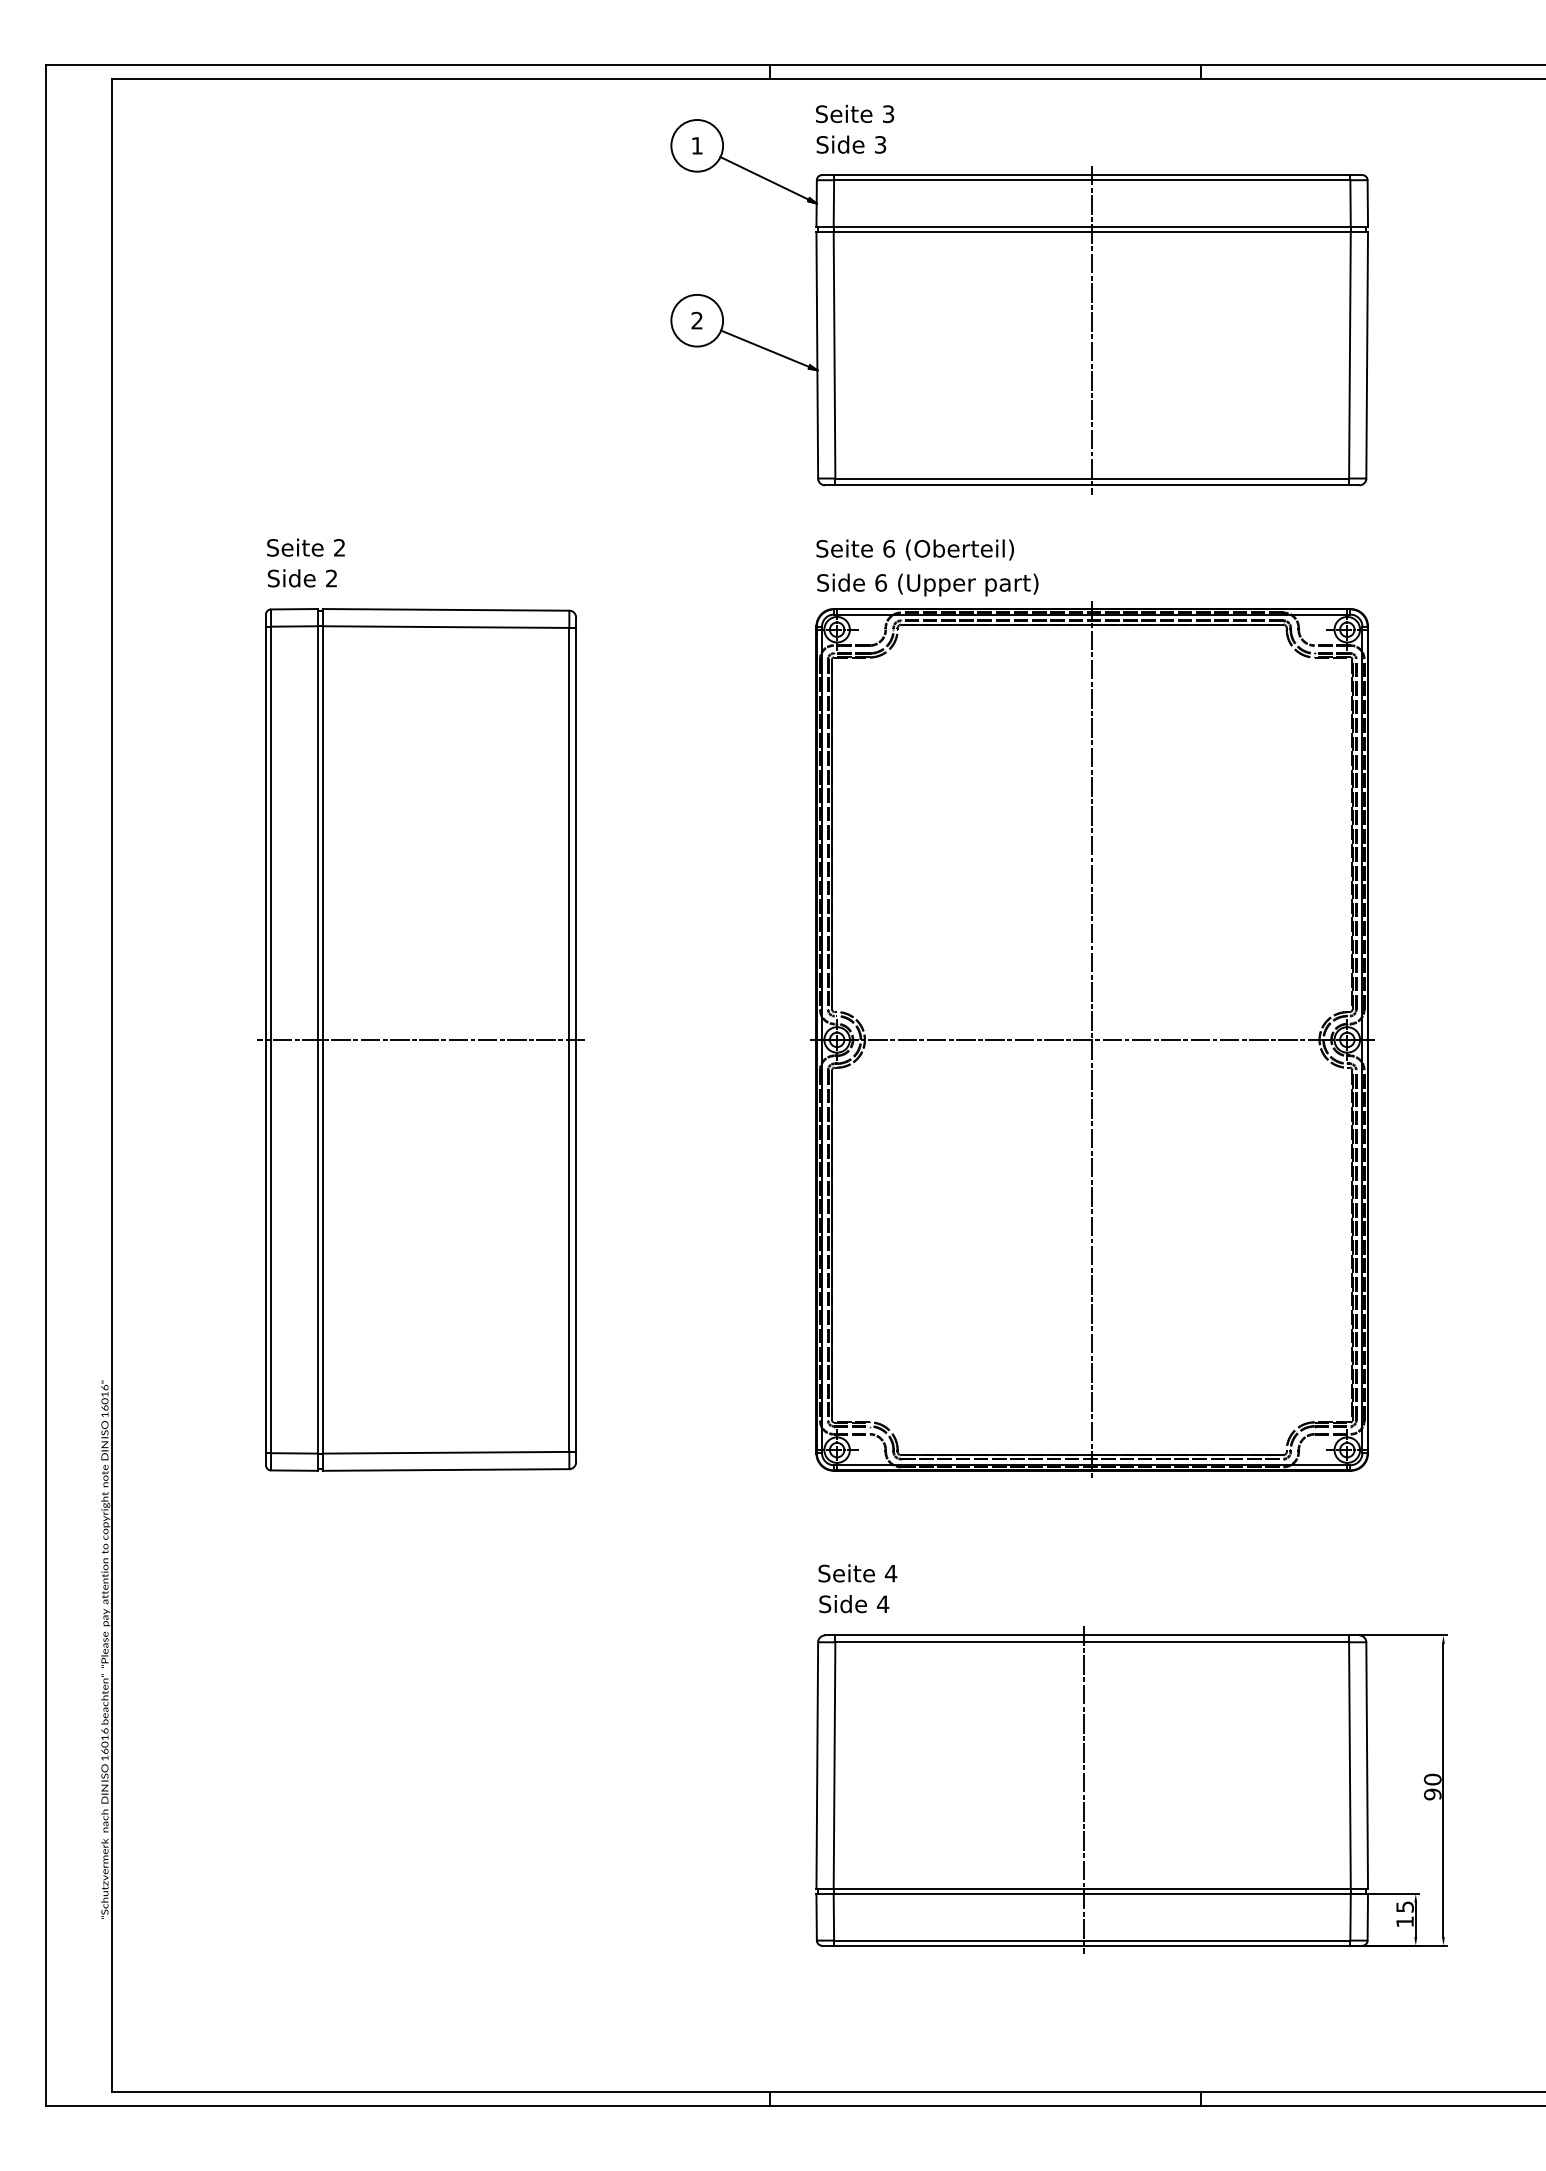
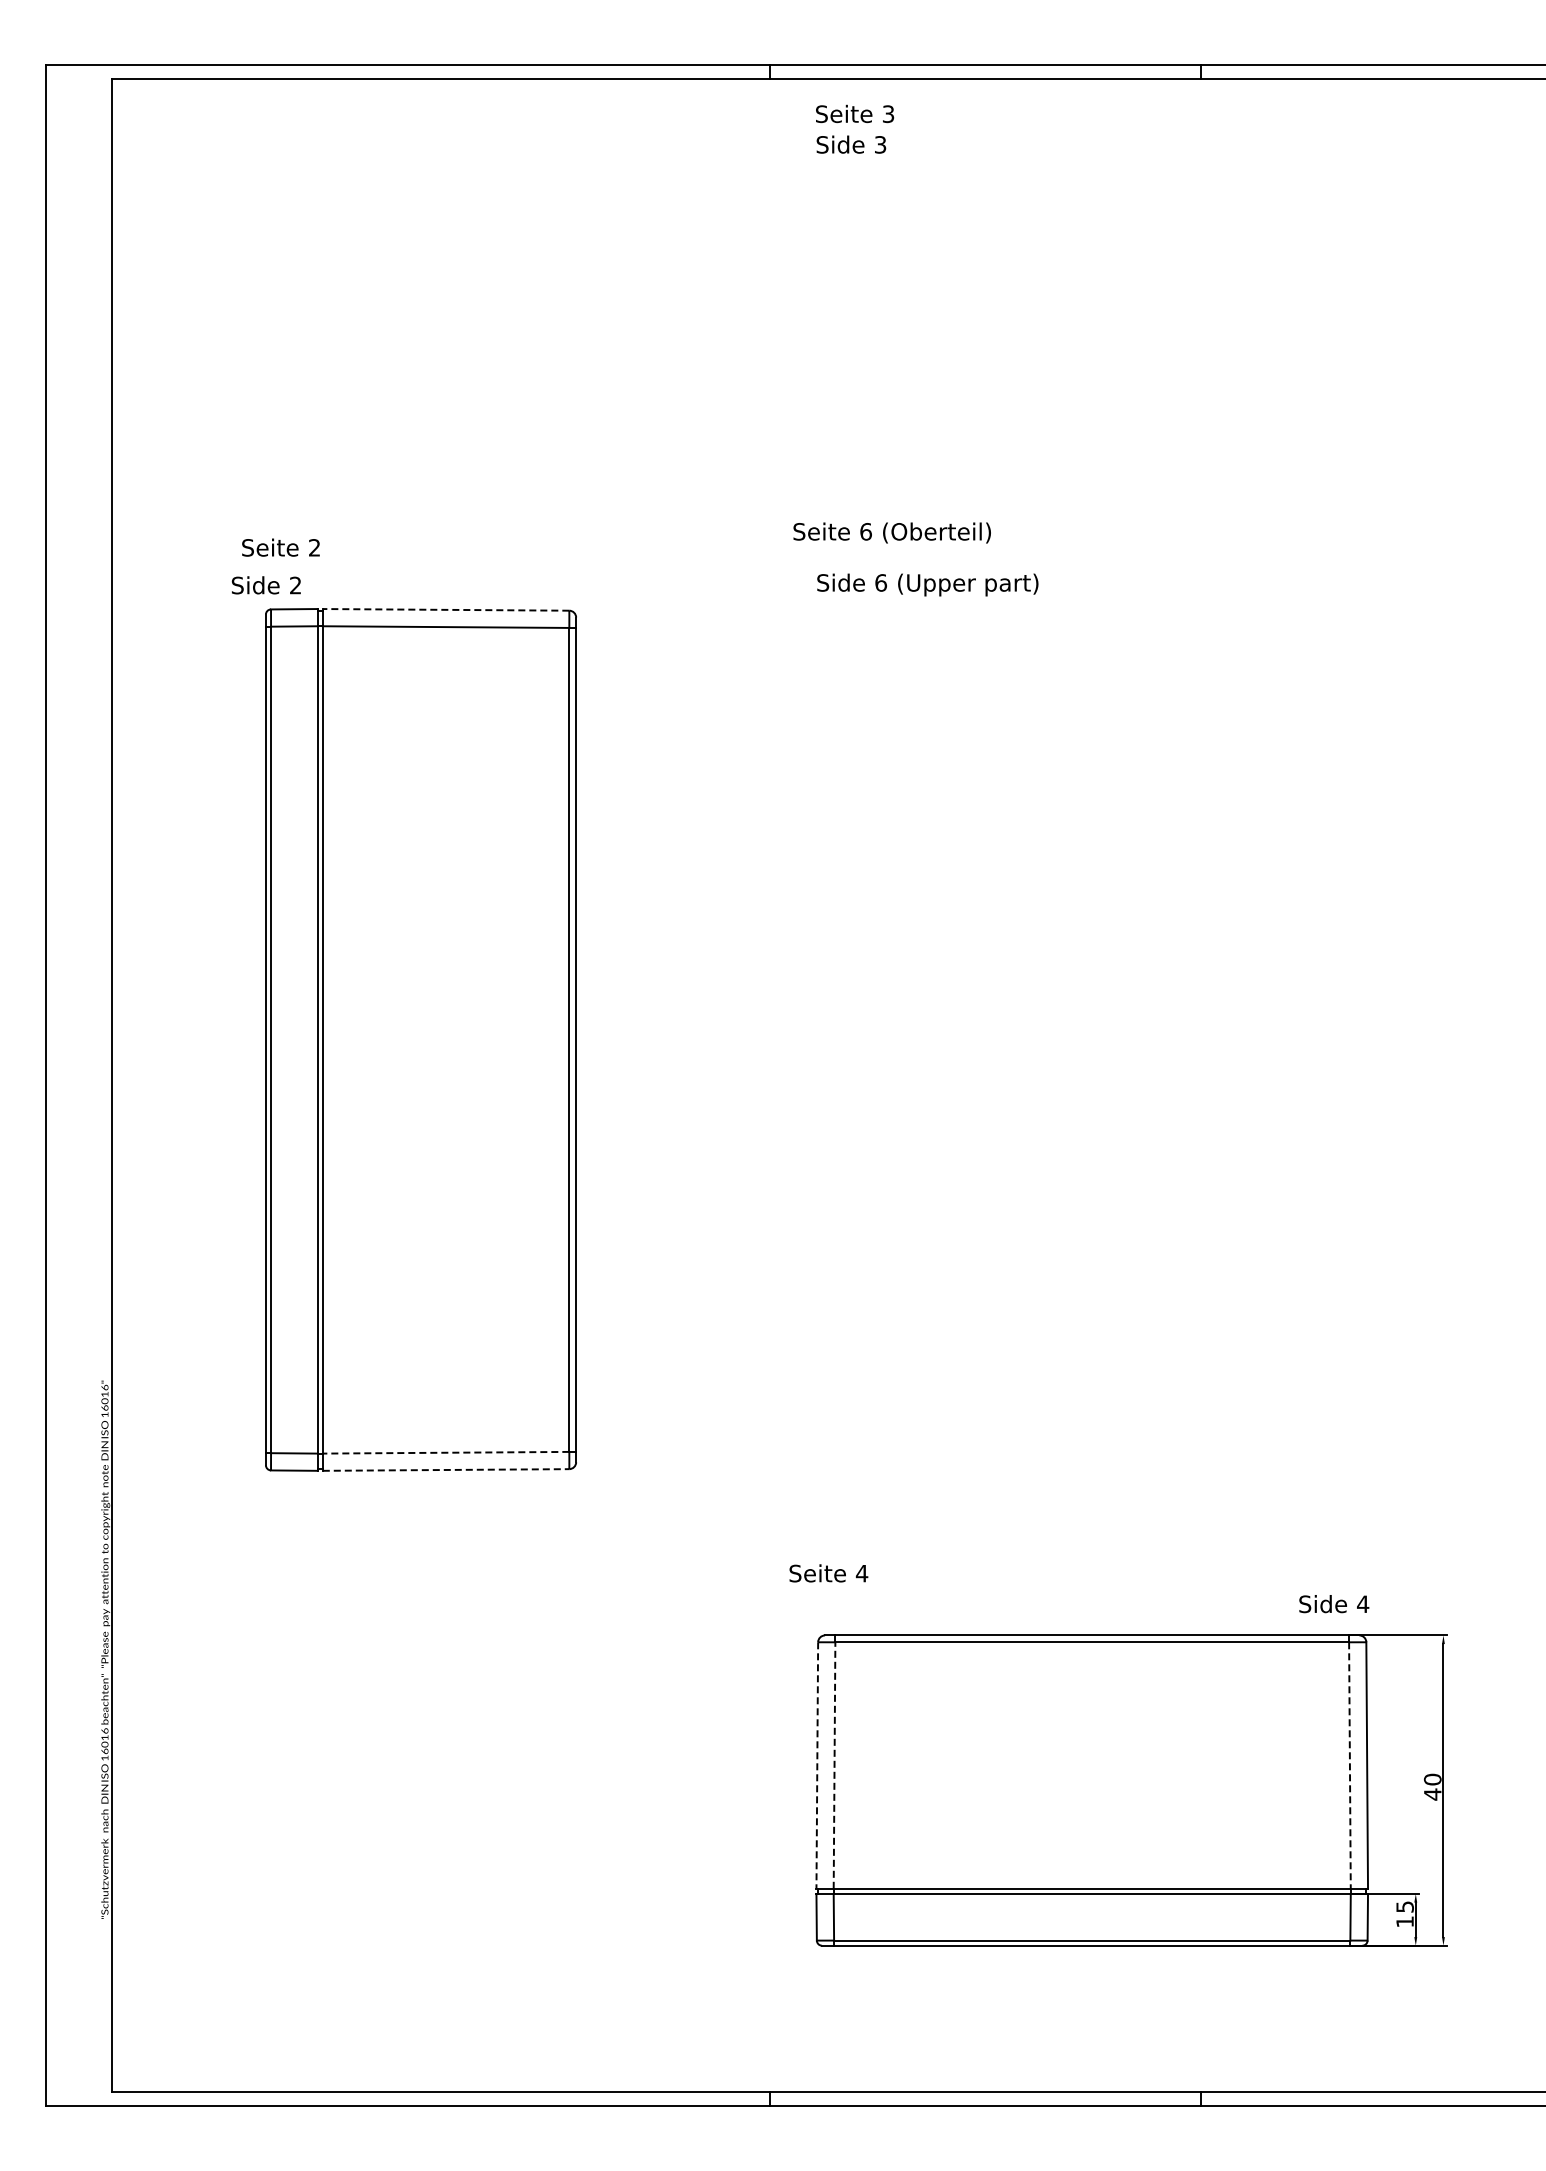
part at (1019, 306): present -> none
text at (305, 547) position: (305, 547) -> (280, 547)
text at (914, 549) position: (914, 549) -> (891, 532)
text at (301, 578) position: (301, 578) -> (265, 585)
line at (445, 609): solid -> dashed
line at (421, 1039): present -> none
part at (1092, 1039): present -> none
line at (445, 1452): solid -> dashed
line at (446, 1469): solid -> dashed
text at (857, 1573) position: (857, 1573) -> (828, 1573)
text at (854, 1604) position: (854, 1604) -> (1334, 1604)
line at (834, 1765): solid -> dashed
line at (817, 1766): solid -> dashed
line at (1349, 1766): solid -> dashed
line at (1083, 1790): present -> none
text at (1432, 1794): 90 -> 40
